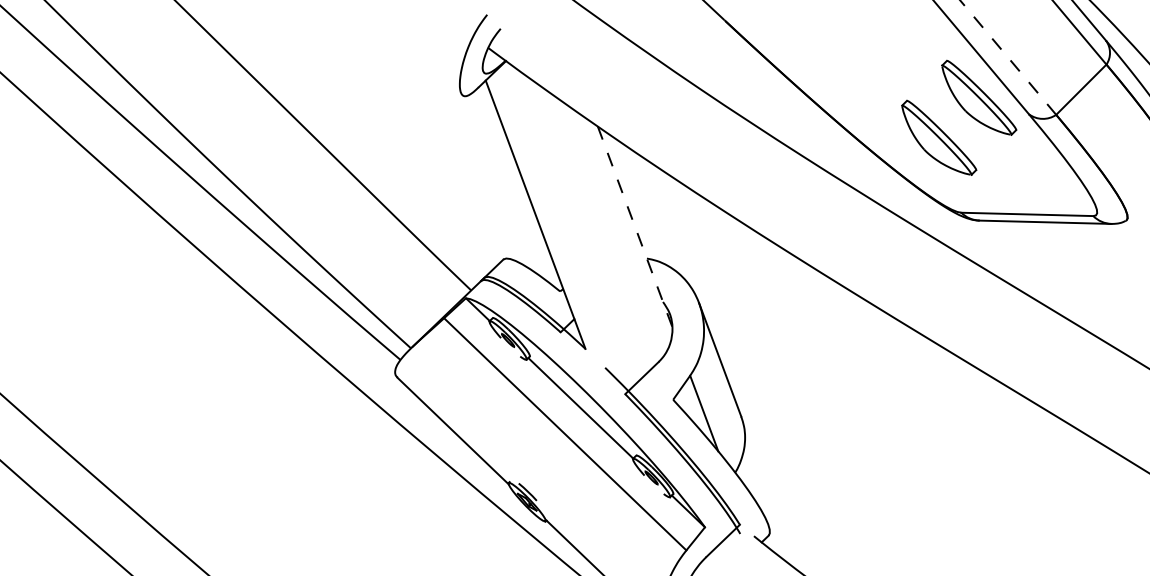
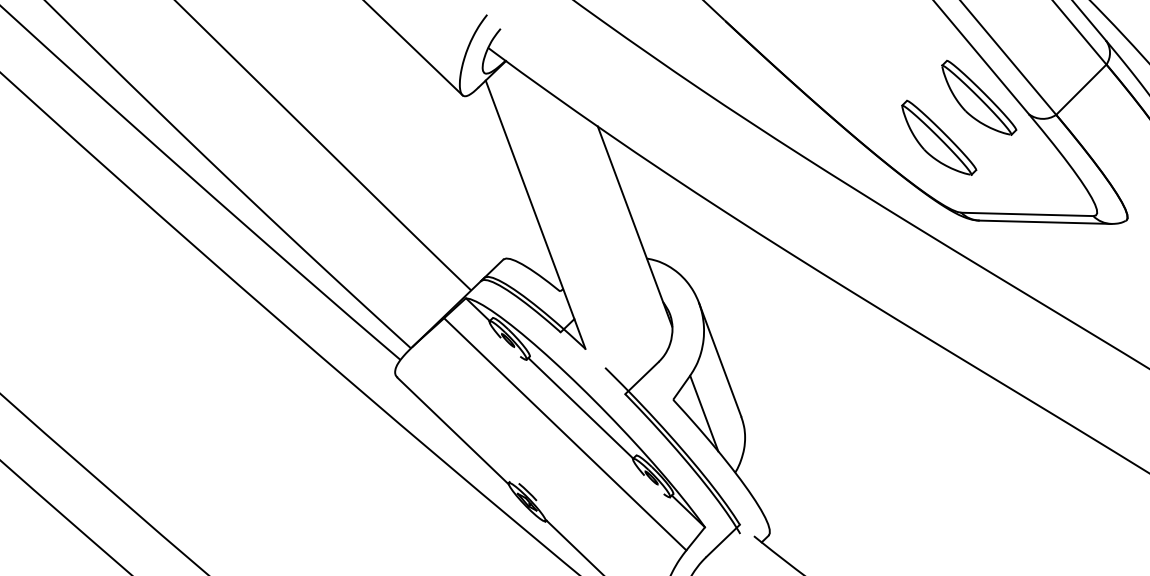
line at (413, 48): none -> present
line at (1008, 57): dashed -> solid
line at (634, 226): dashed -> solid
